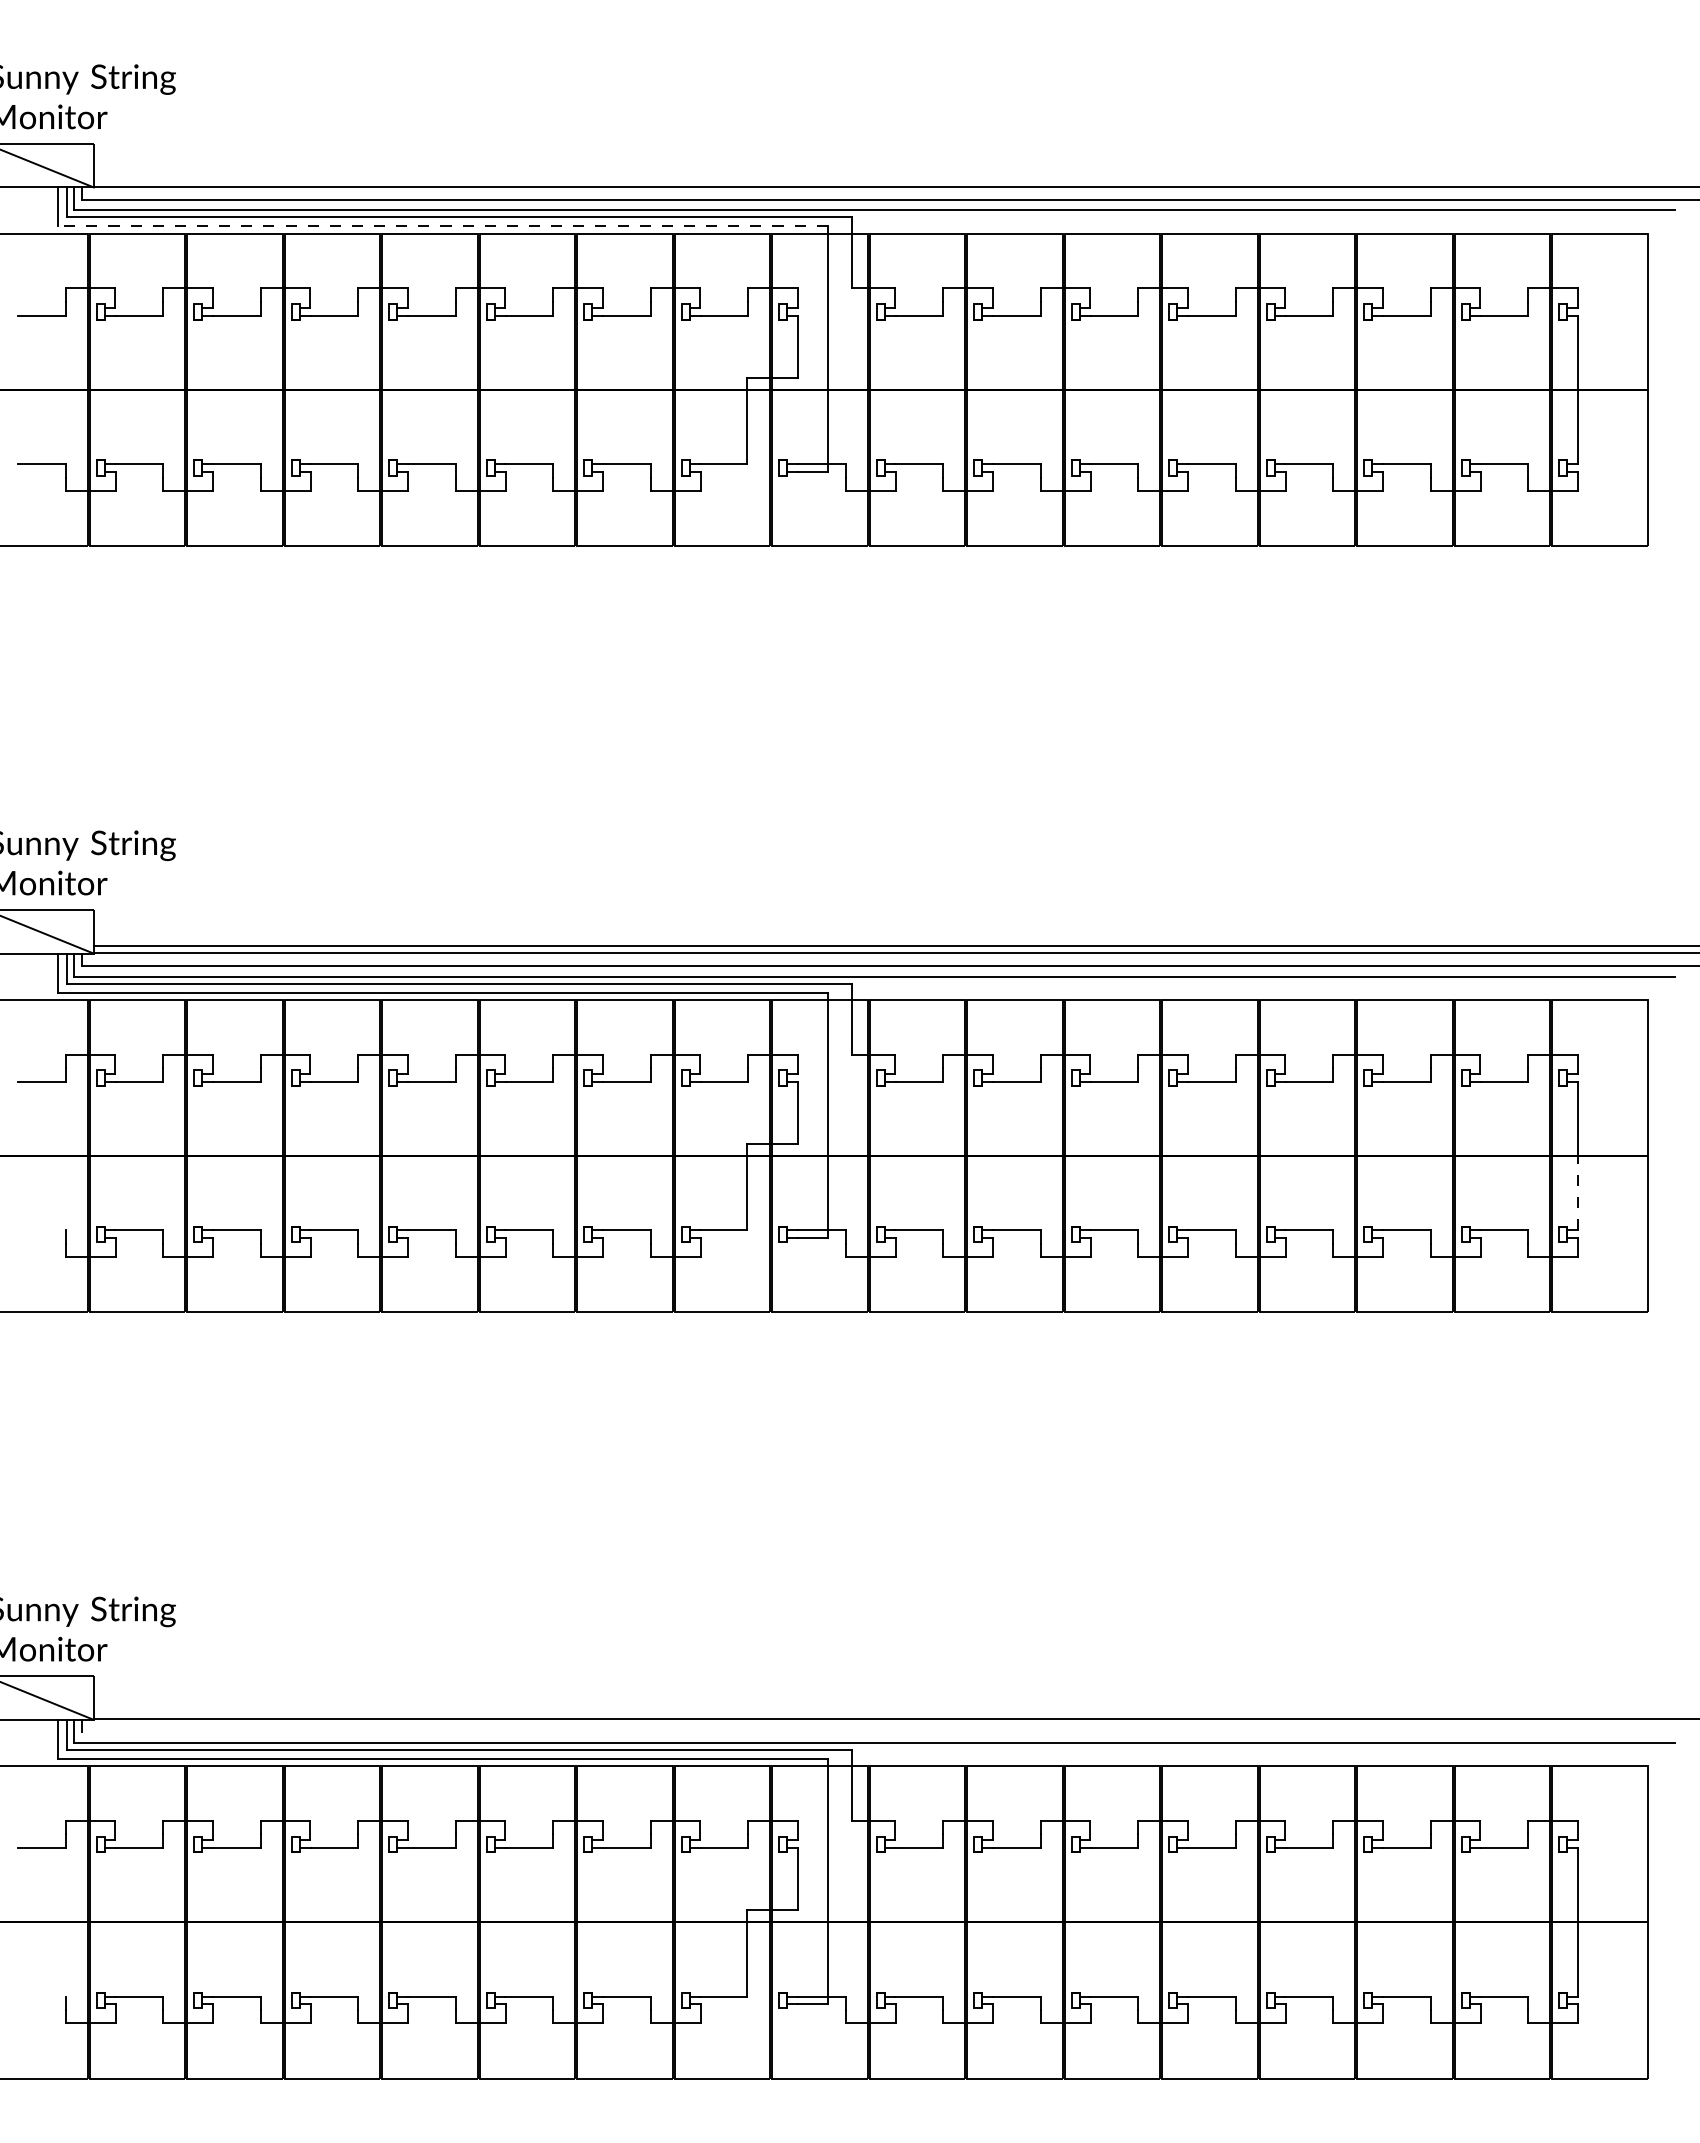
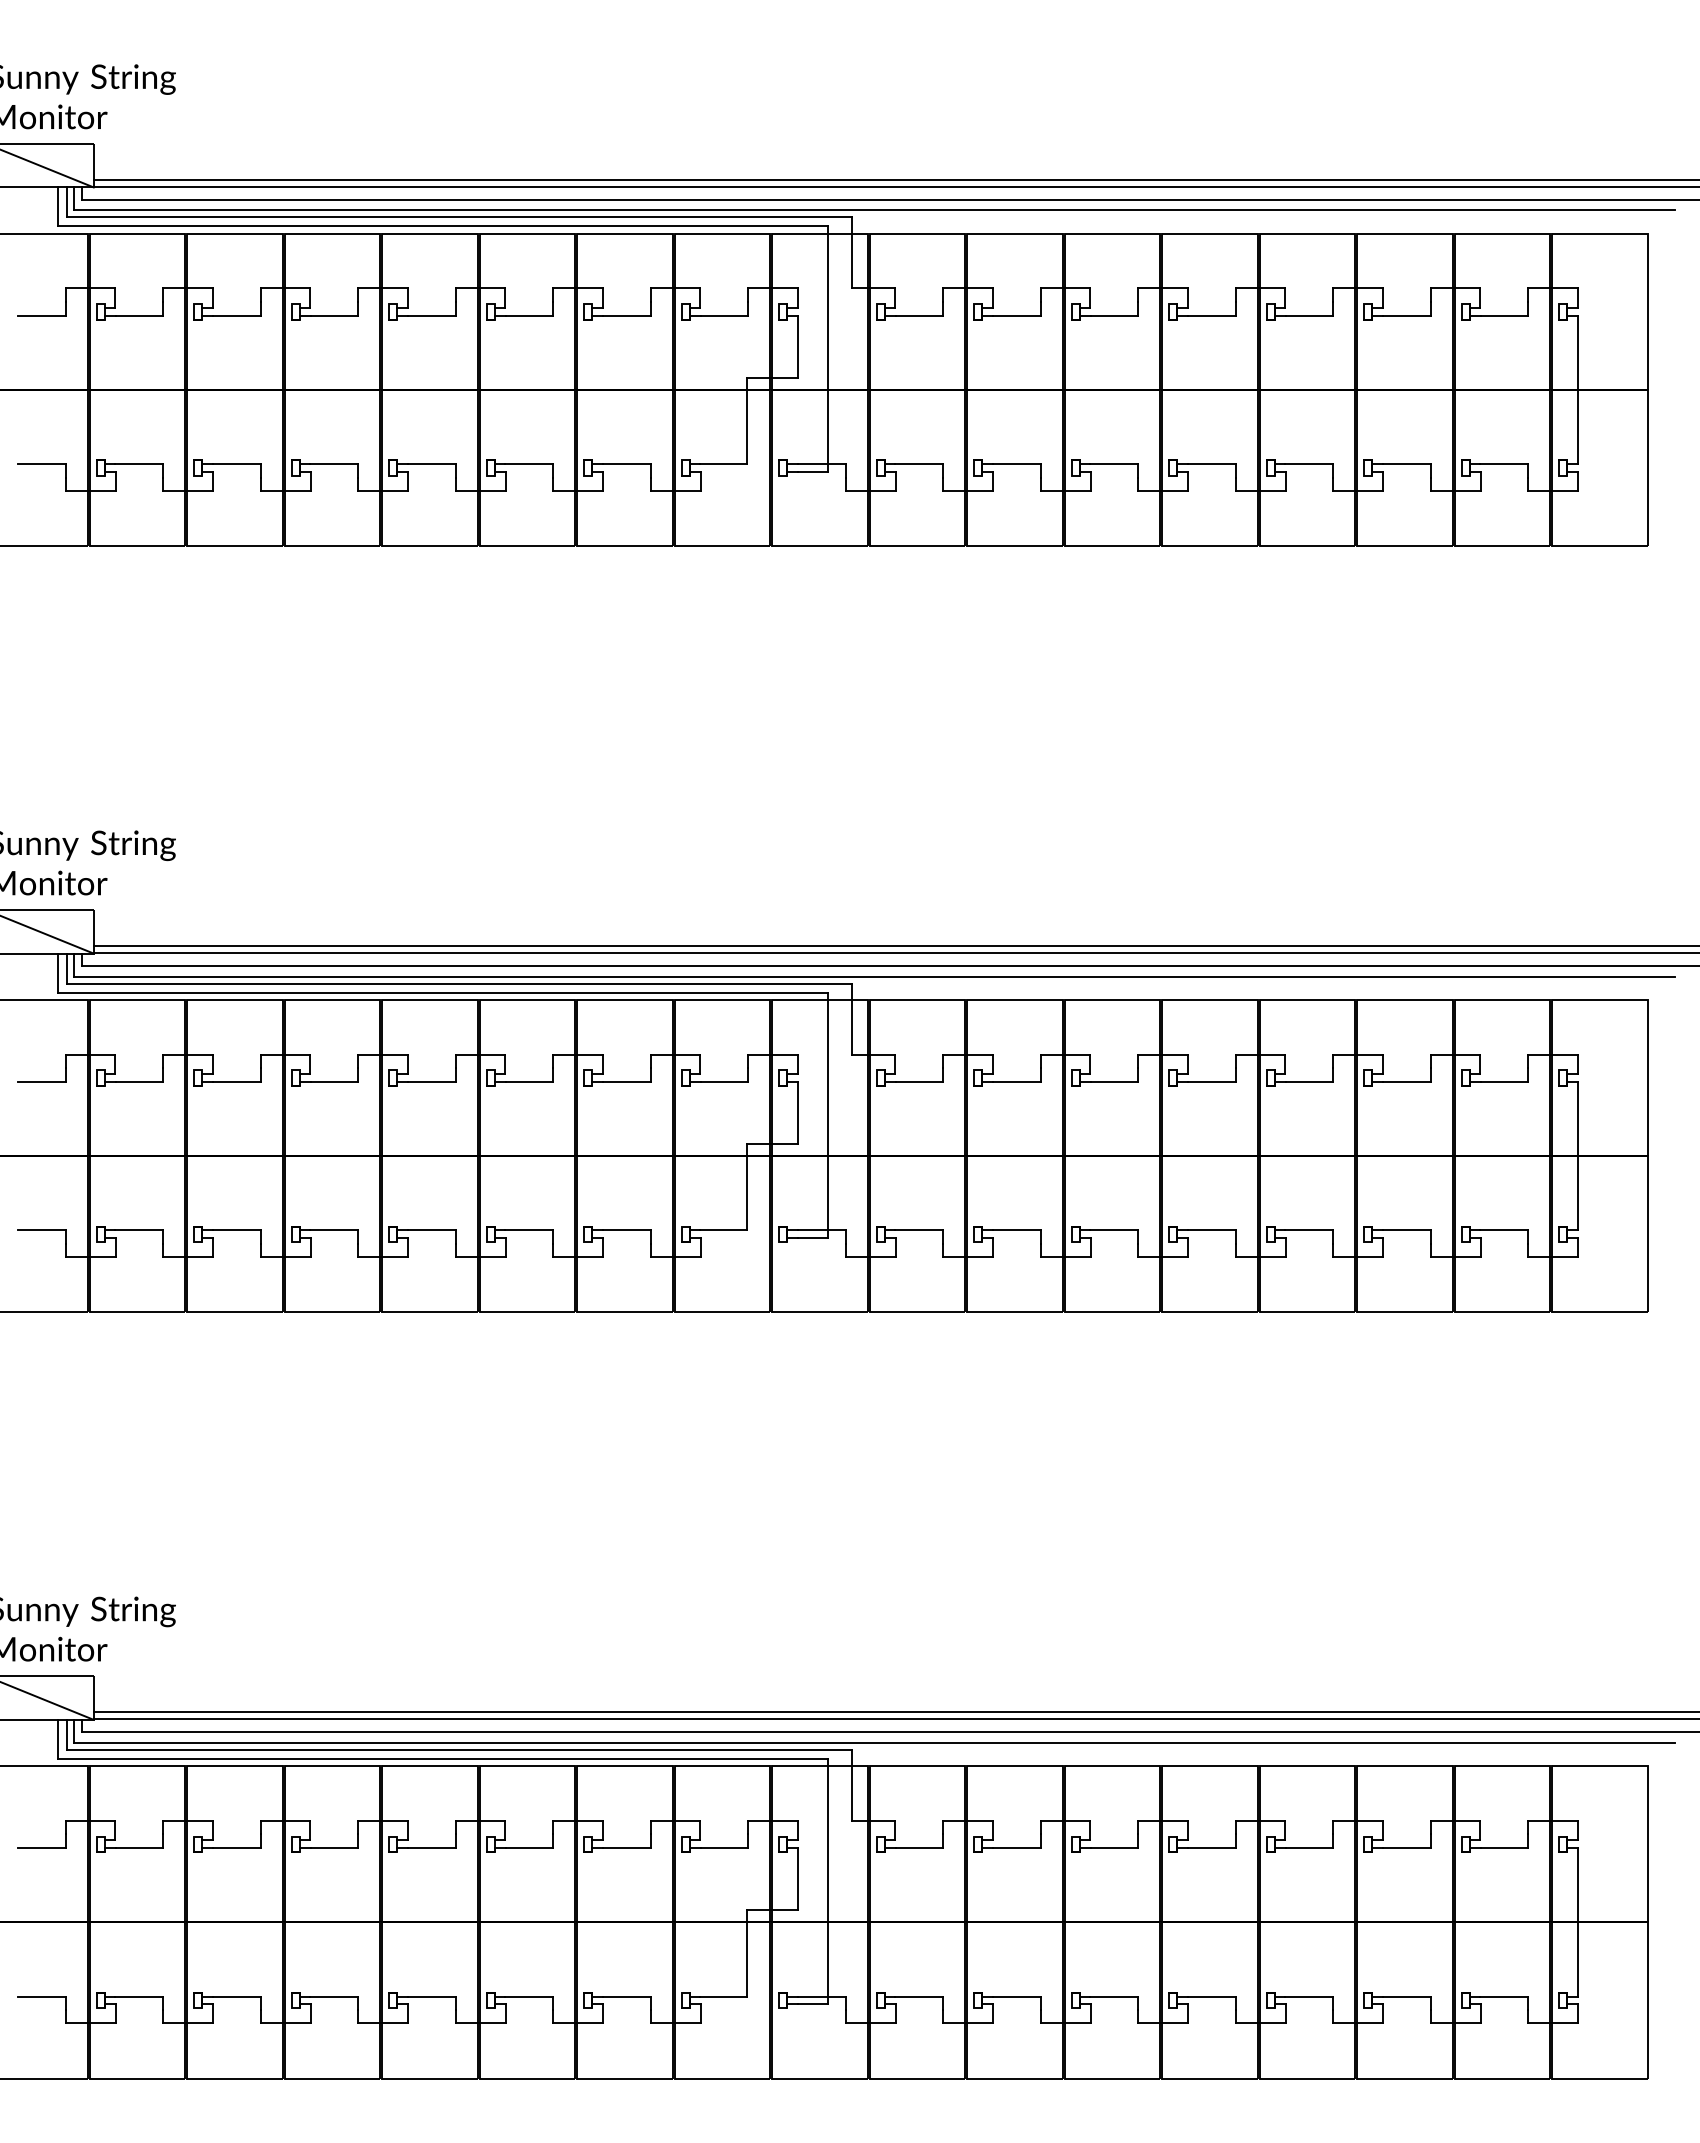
line at (894, 180): none -> present
line at (443, 226): dashed -> solid
line at (1577, 1192): dashed -> solid
line at (41, 1230): none -> present
line at (894, 1712): none -> present
line at (889, 1731): none -> present
line at (41, 1996): none -> present
